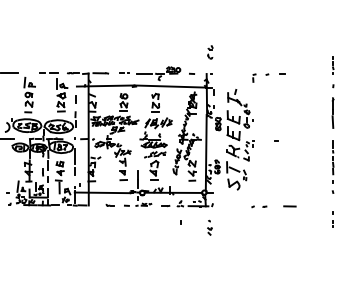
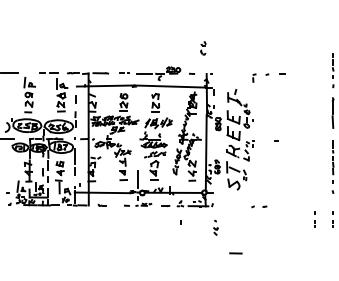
part at (210, 52) position: (210, 52) -> (203, 48)
part at (333, 65) size: 3x19 px -> 4x26 px
part at (109, 204) position: (109, 204) -> (101, 204)
line at (289, 206) position: (289, 206) -> (235, 253)
line at (314, 220): none -> present
part at (209, 227) position: (209, 227) -> (215, 227)
